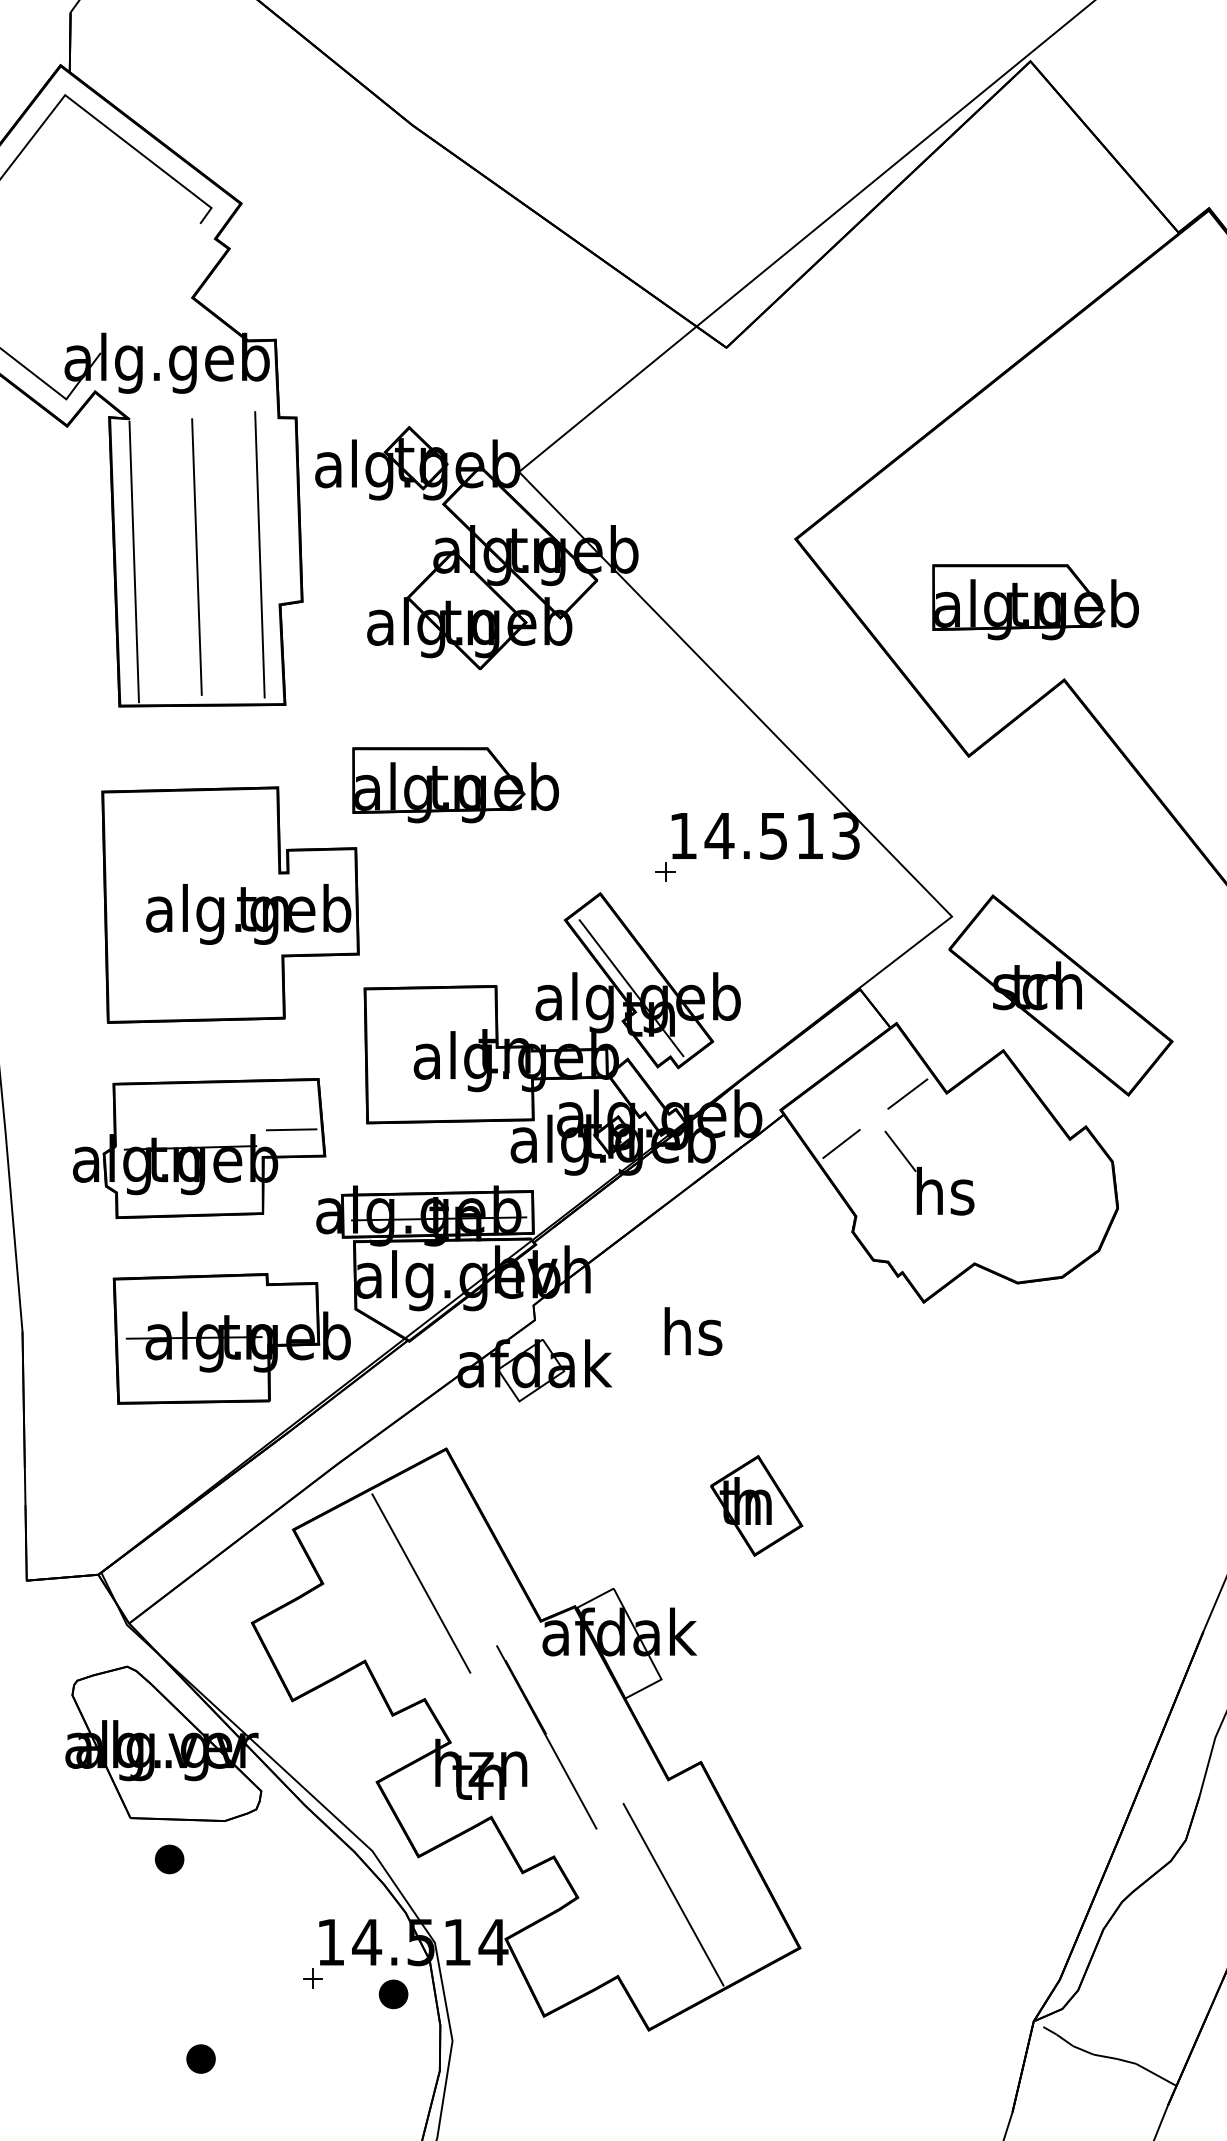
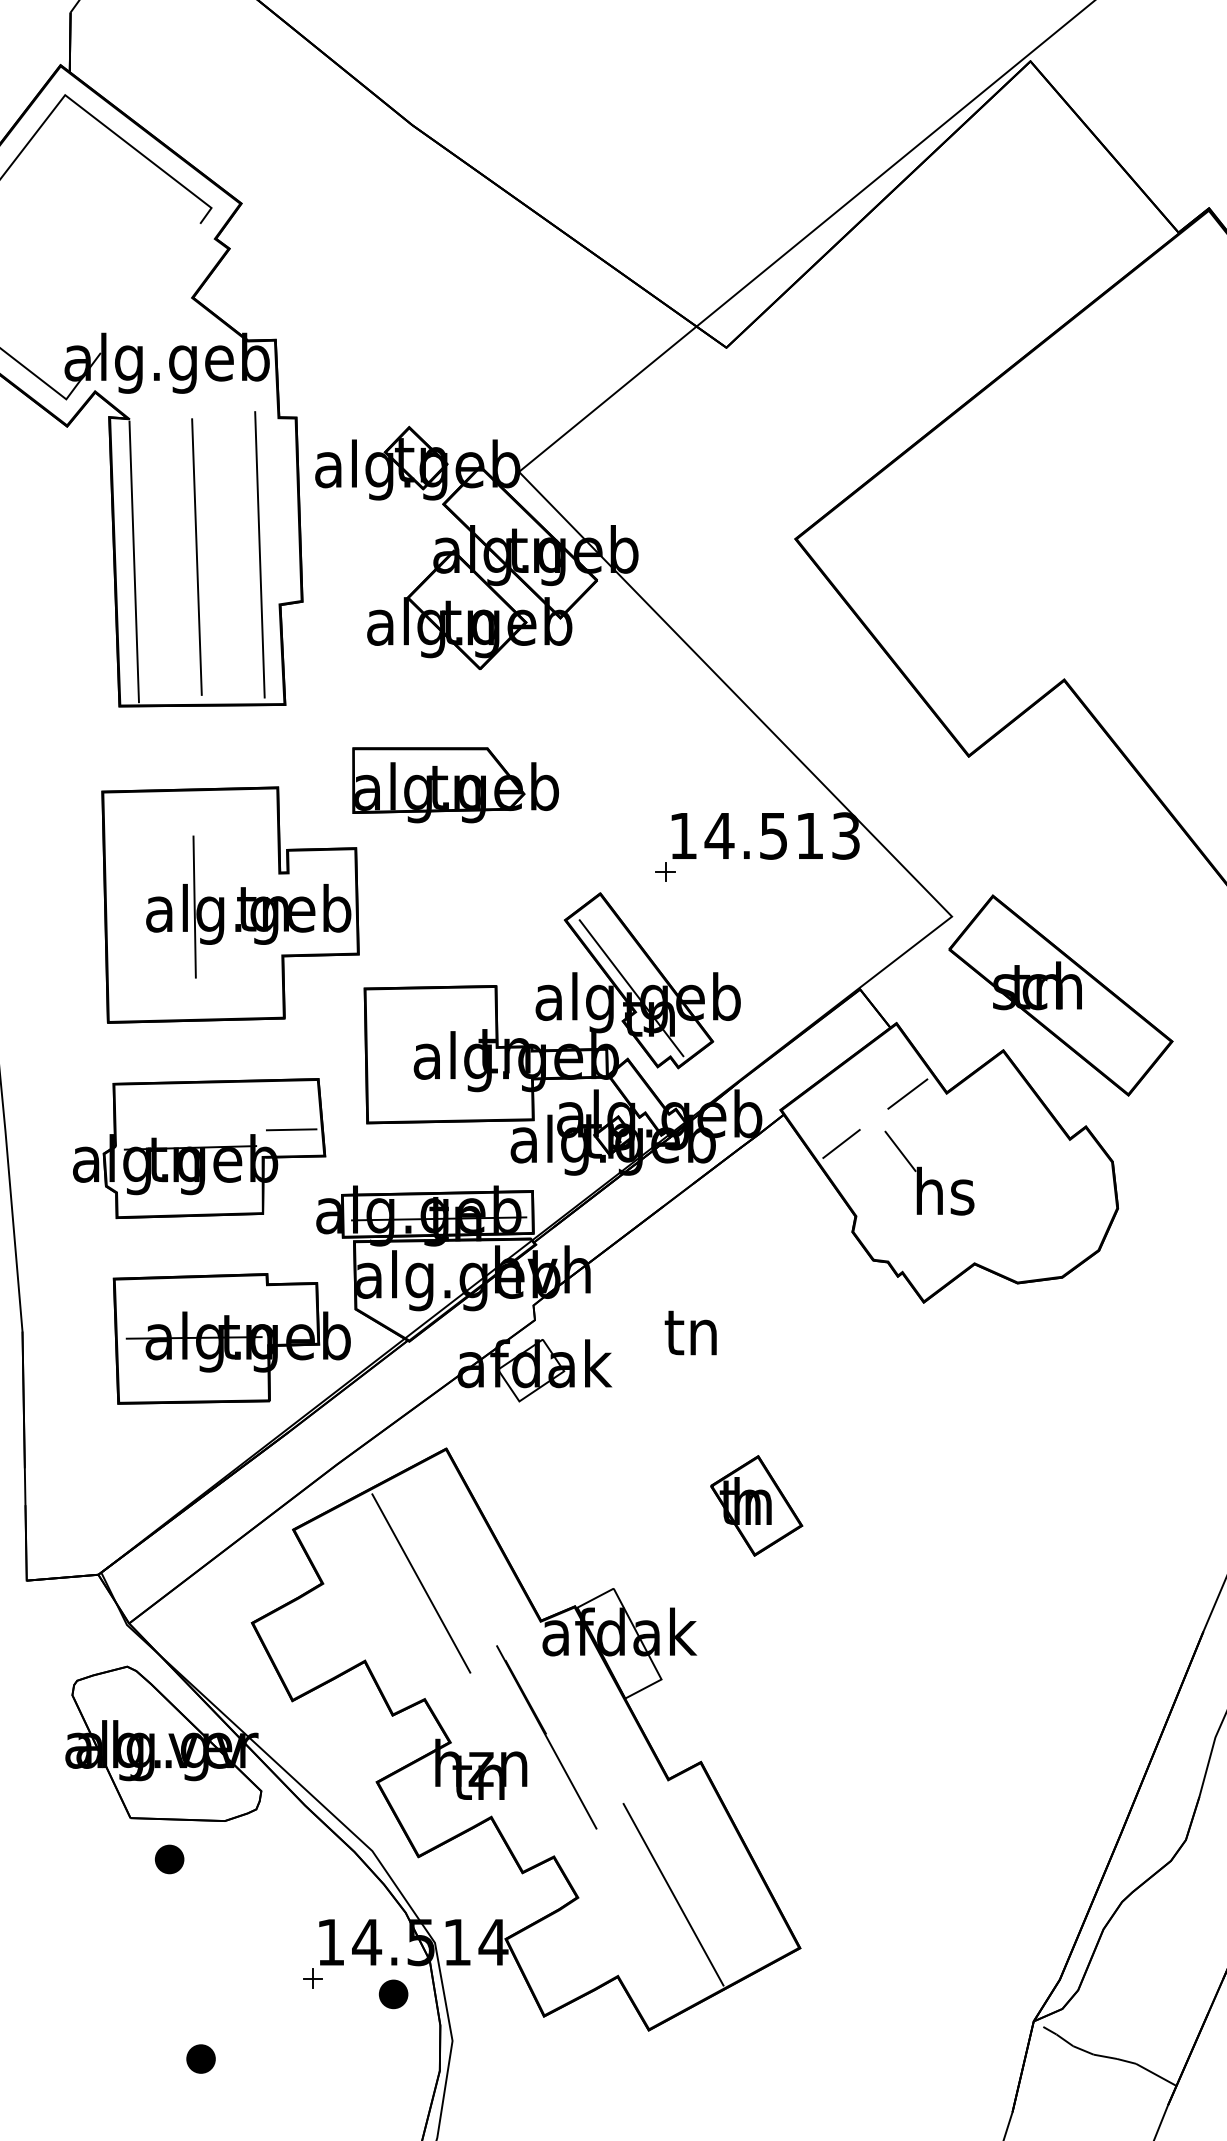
part at (1035, 602): present -> none
line at (194, 906): none -> present
text at (693, 1331): hs -> tn
